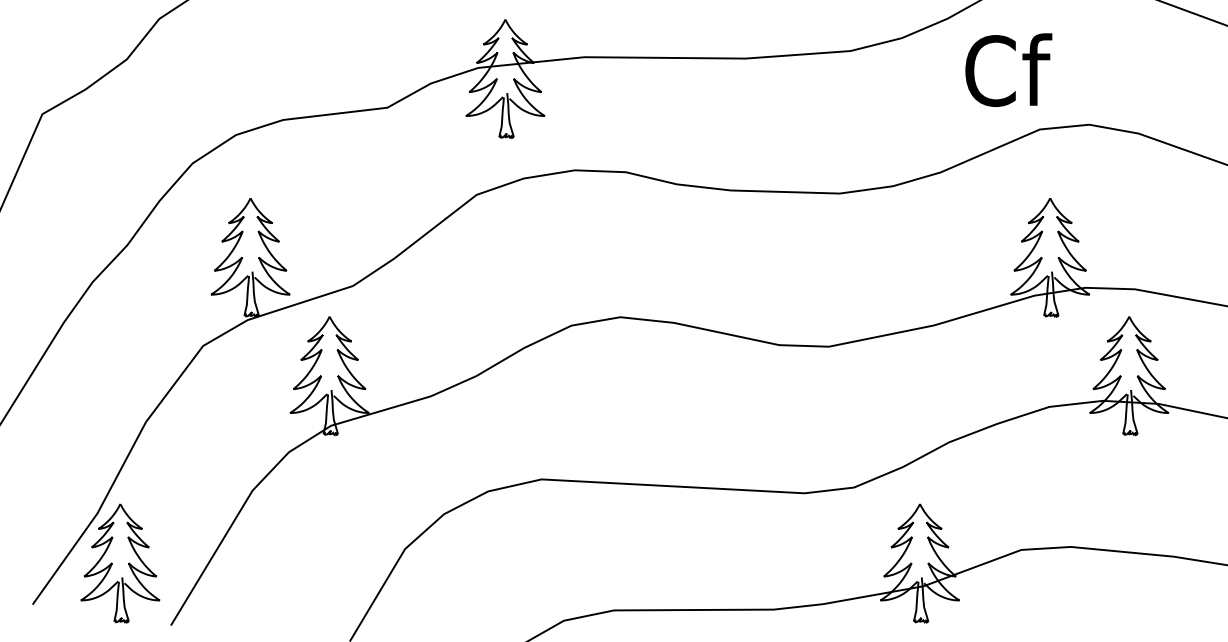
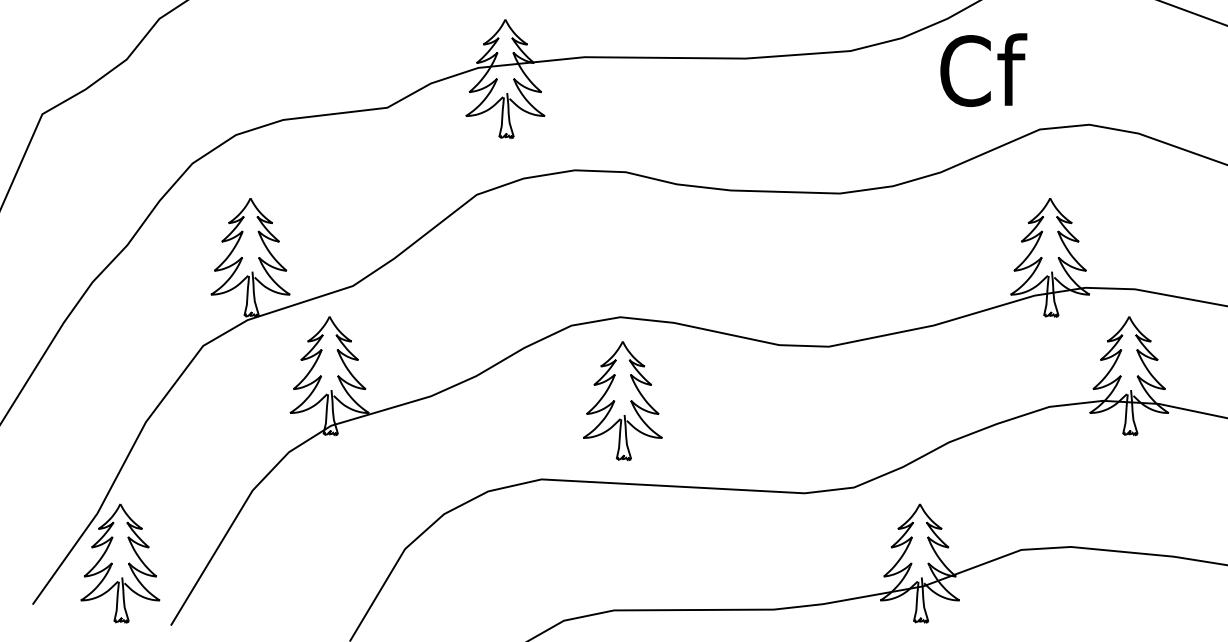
text at (1008, 69) position: (1008, 69) -> (983, 69)
part at (622, 400): none -> present
